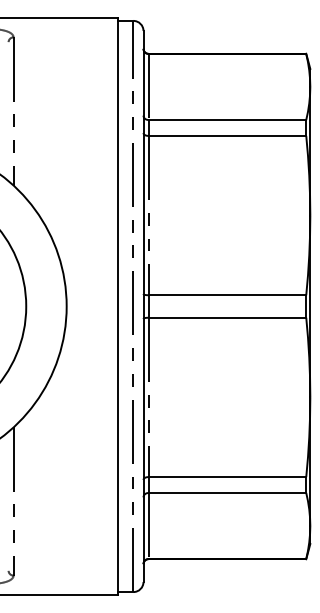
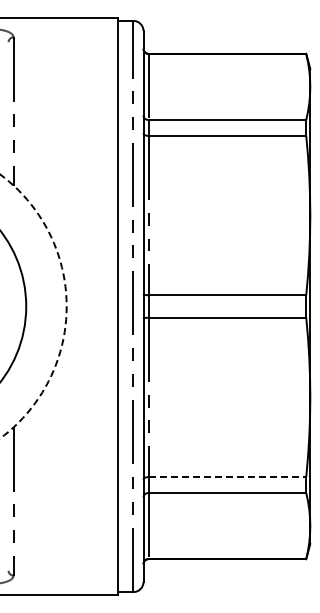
arc at (66, 306): solid -> dashed
line at (227, 477): solid -> dashed
